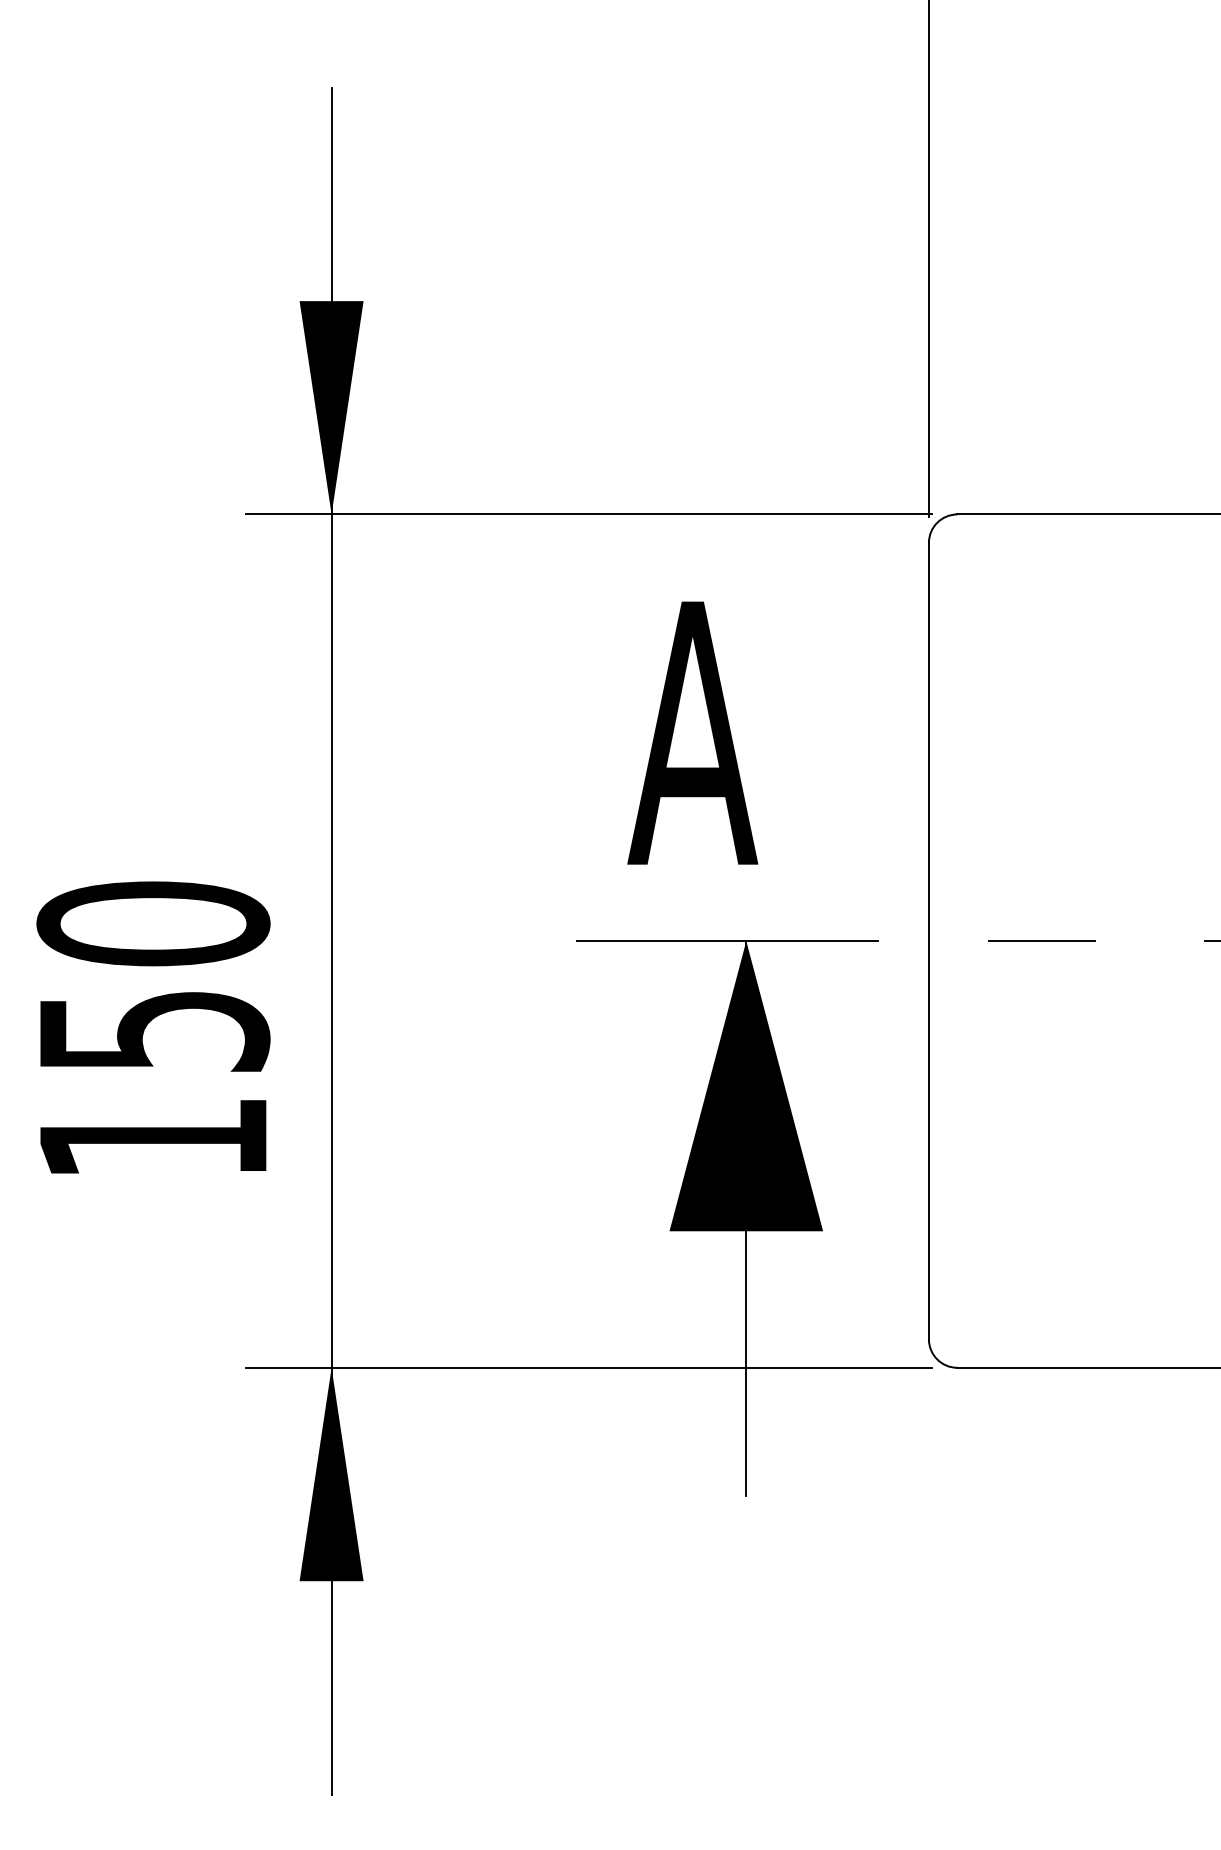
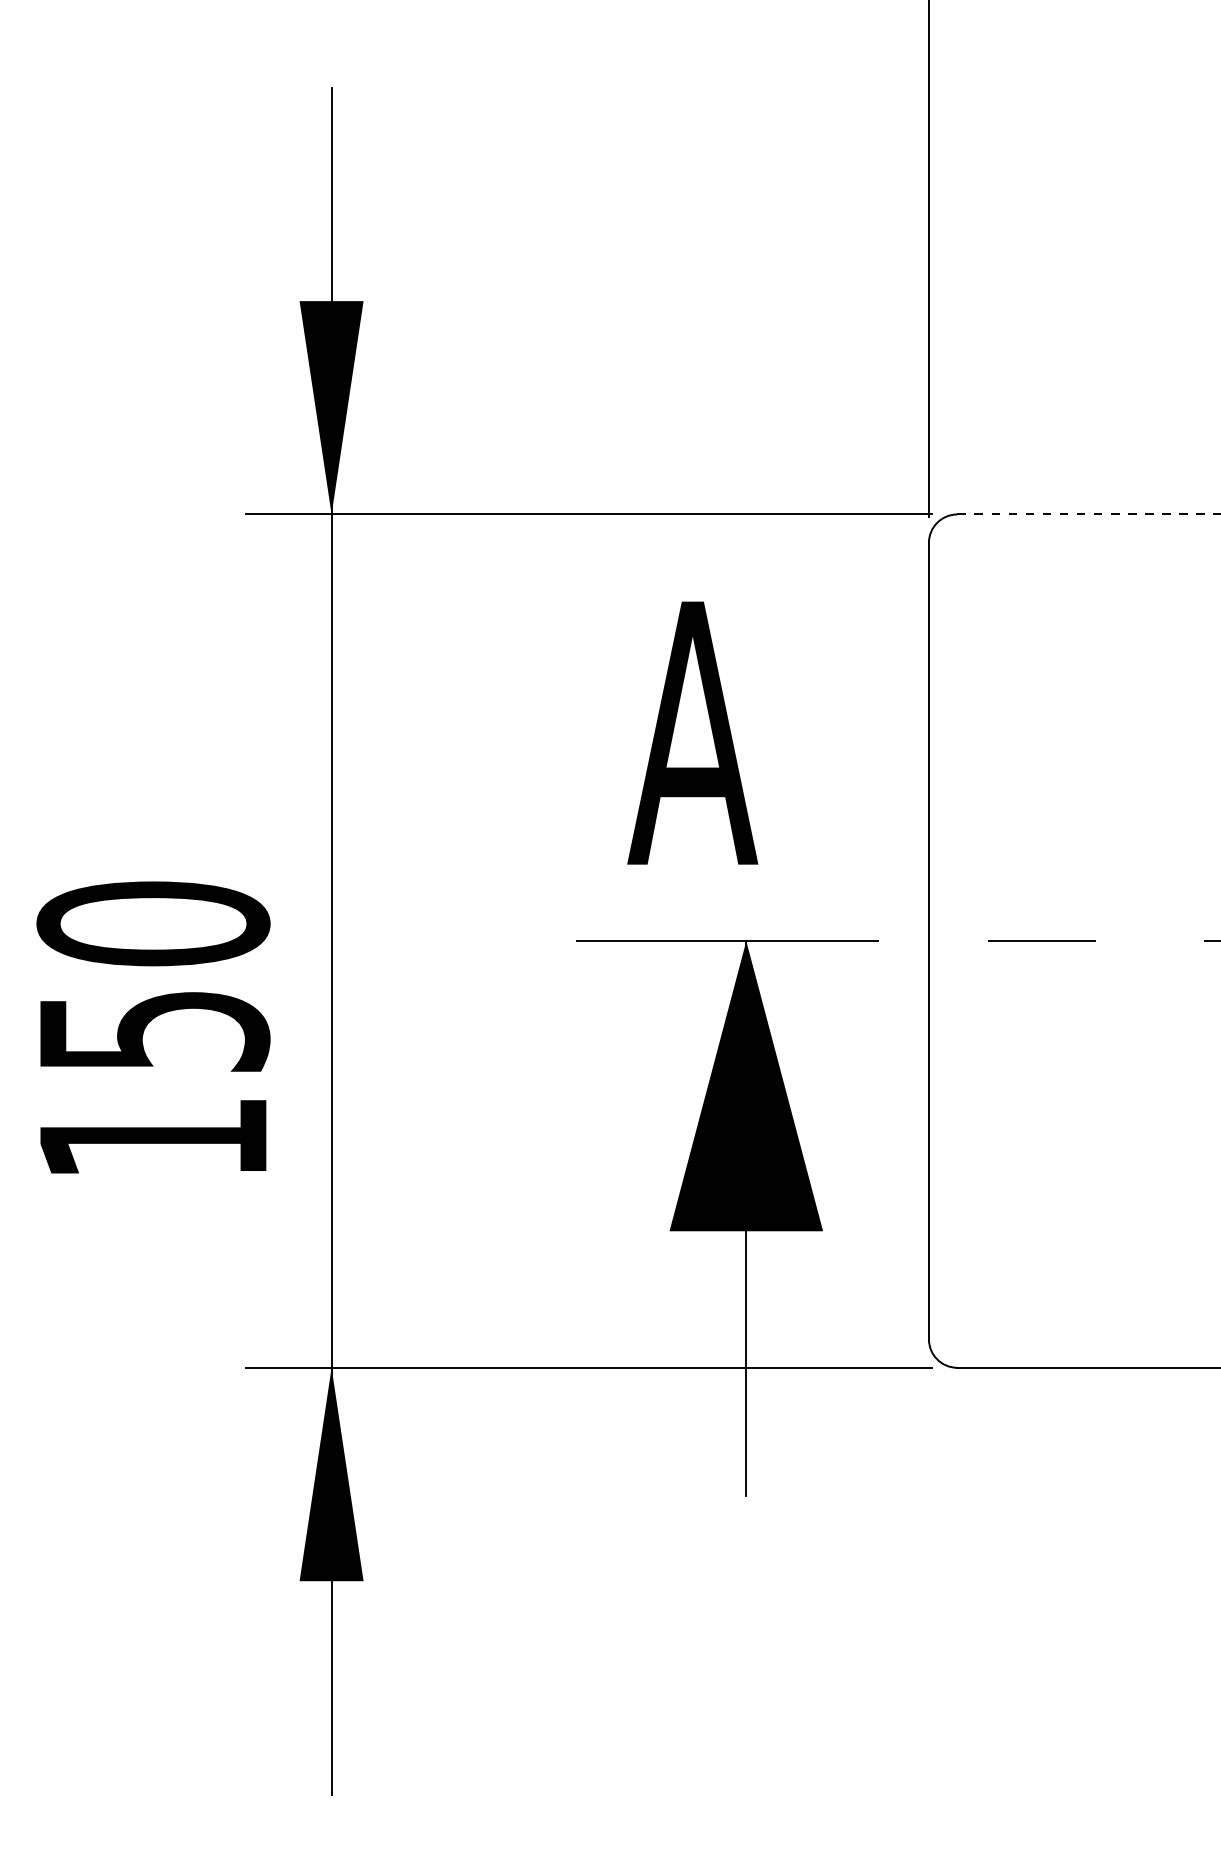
line at (1089, 514): solid -> dashed
